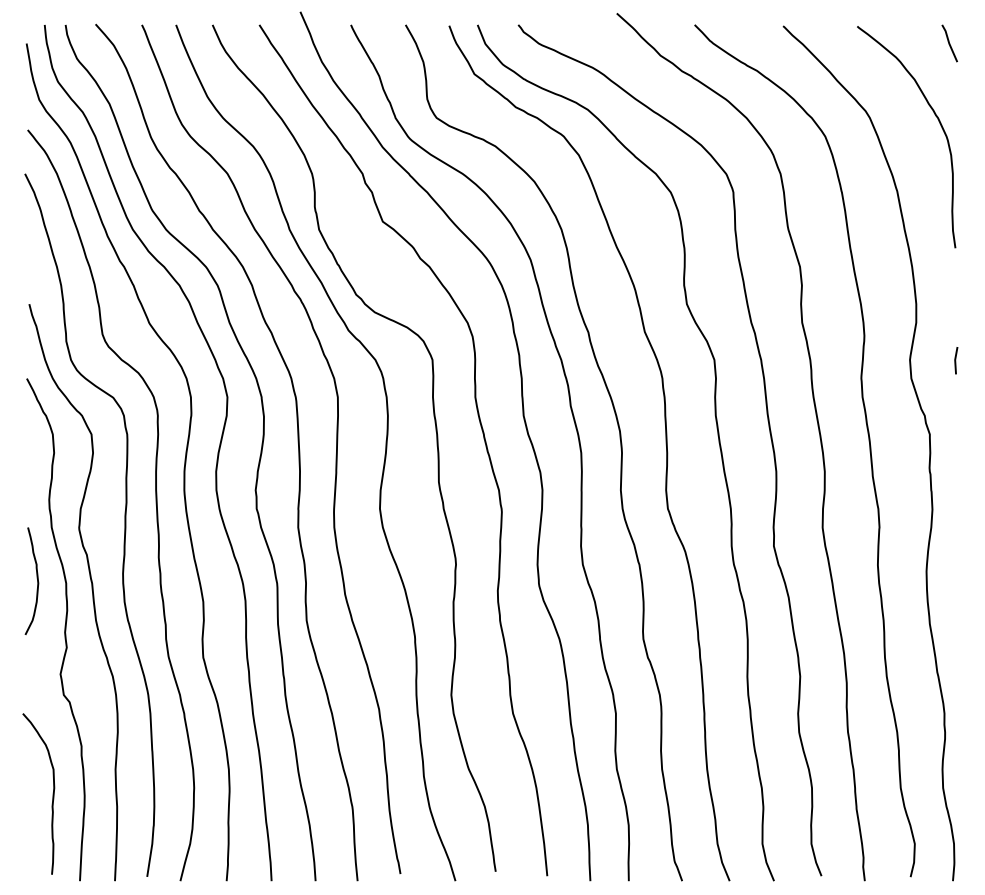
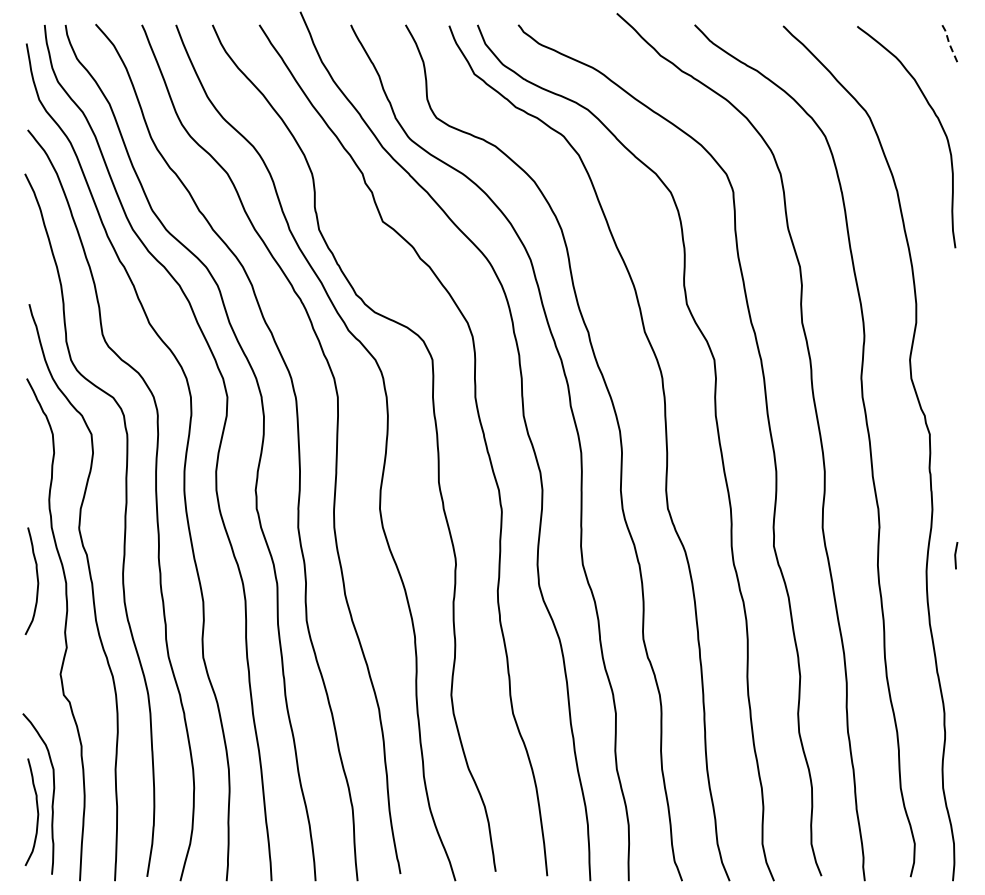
line at (949, 43): solid -> dashed
line at (956, 360) position: (956, 360) -> (956, 555)
curve at (36, 809): none -> present
